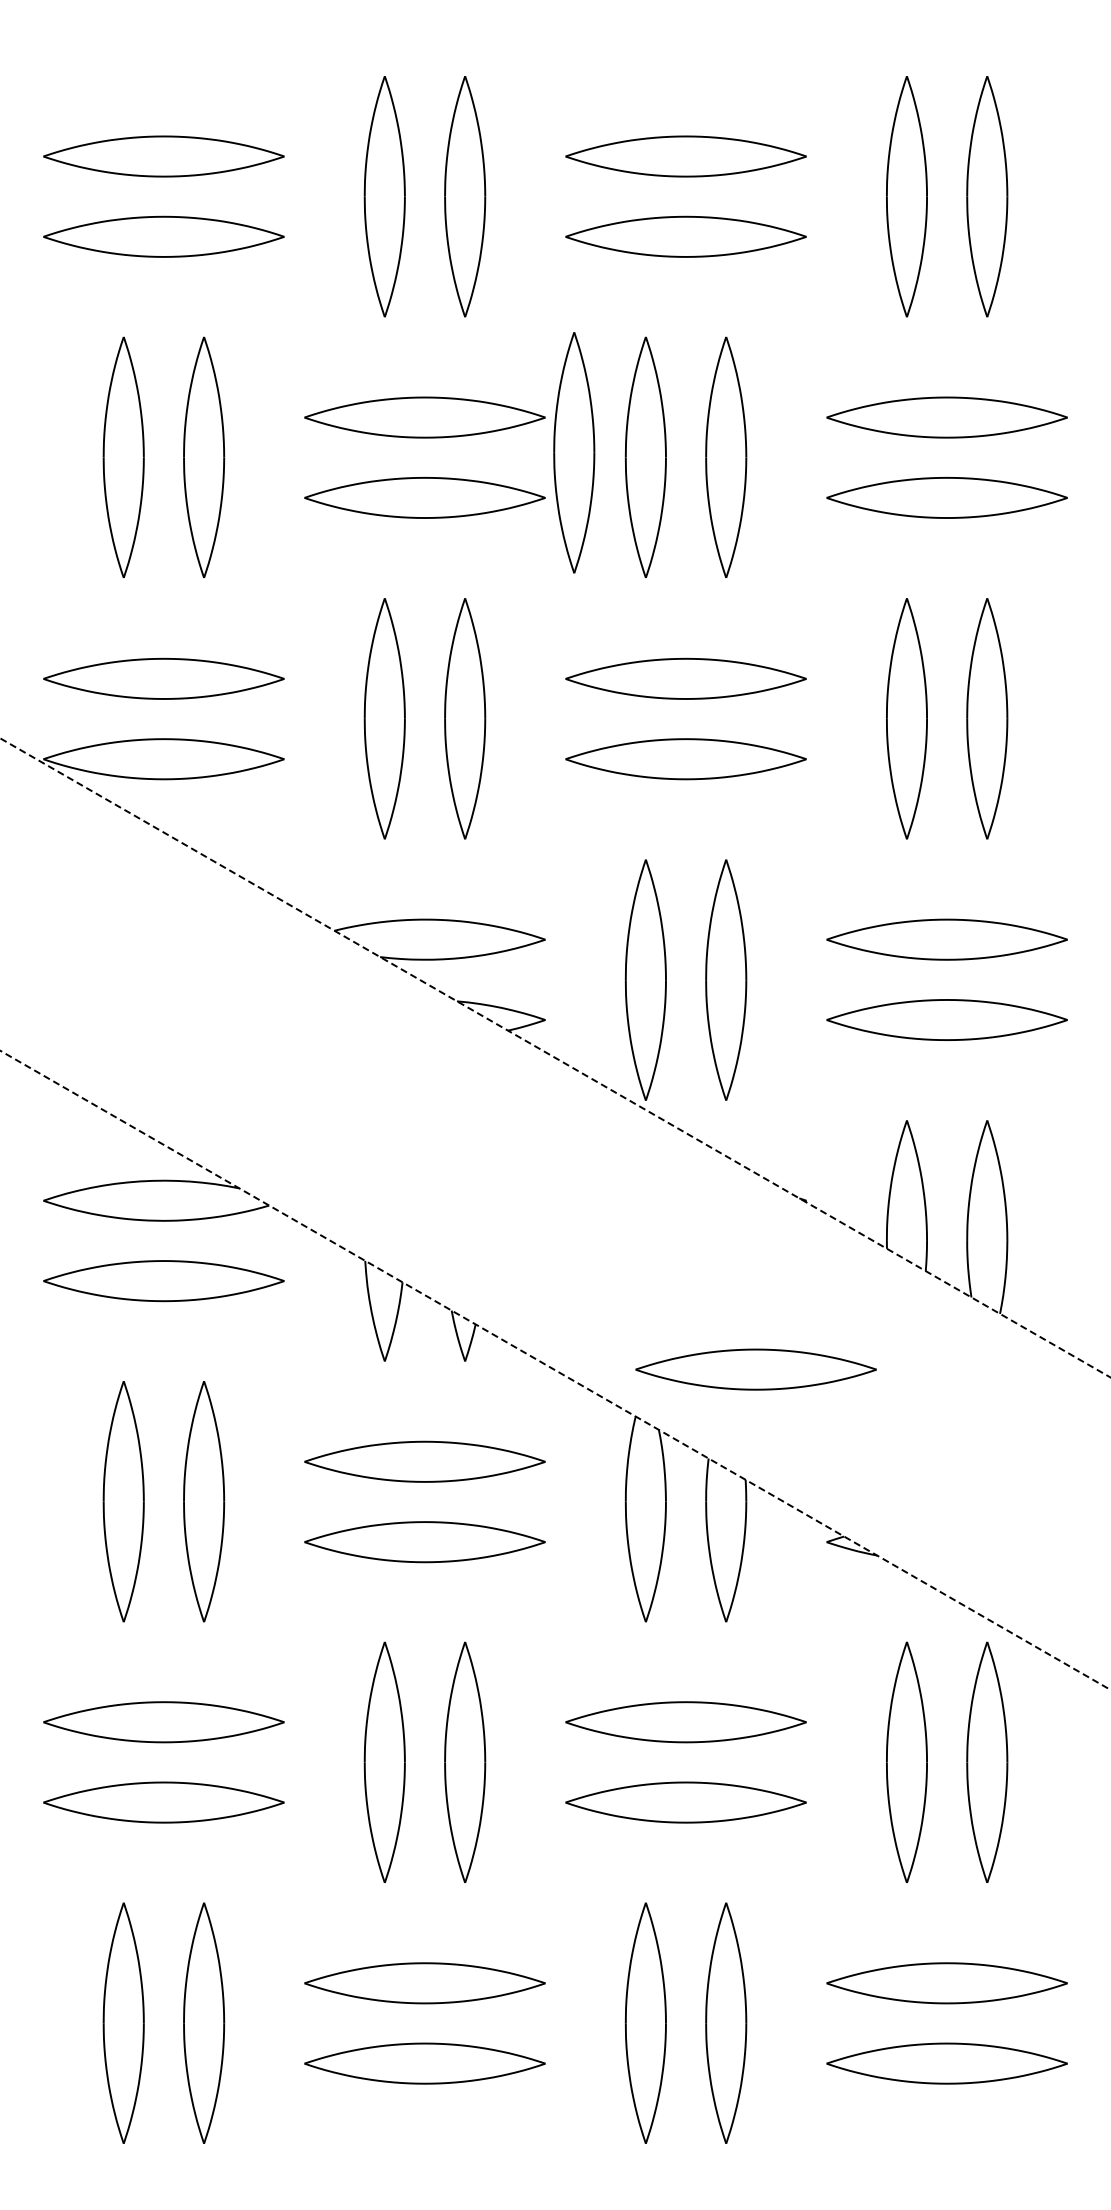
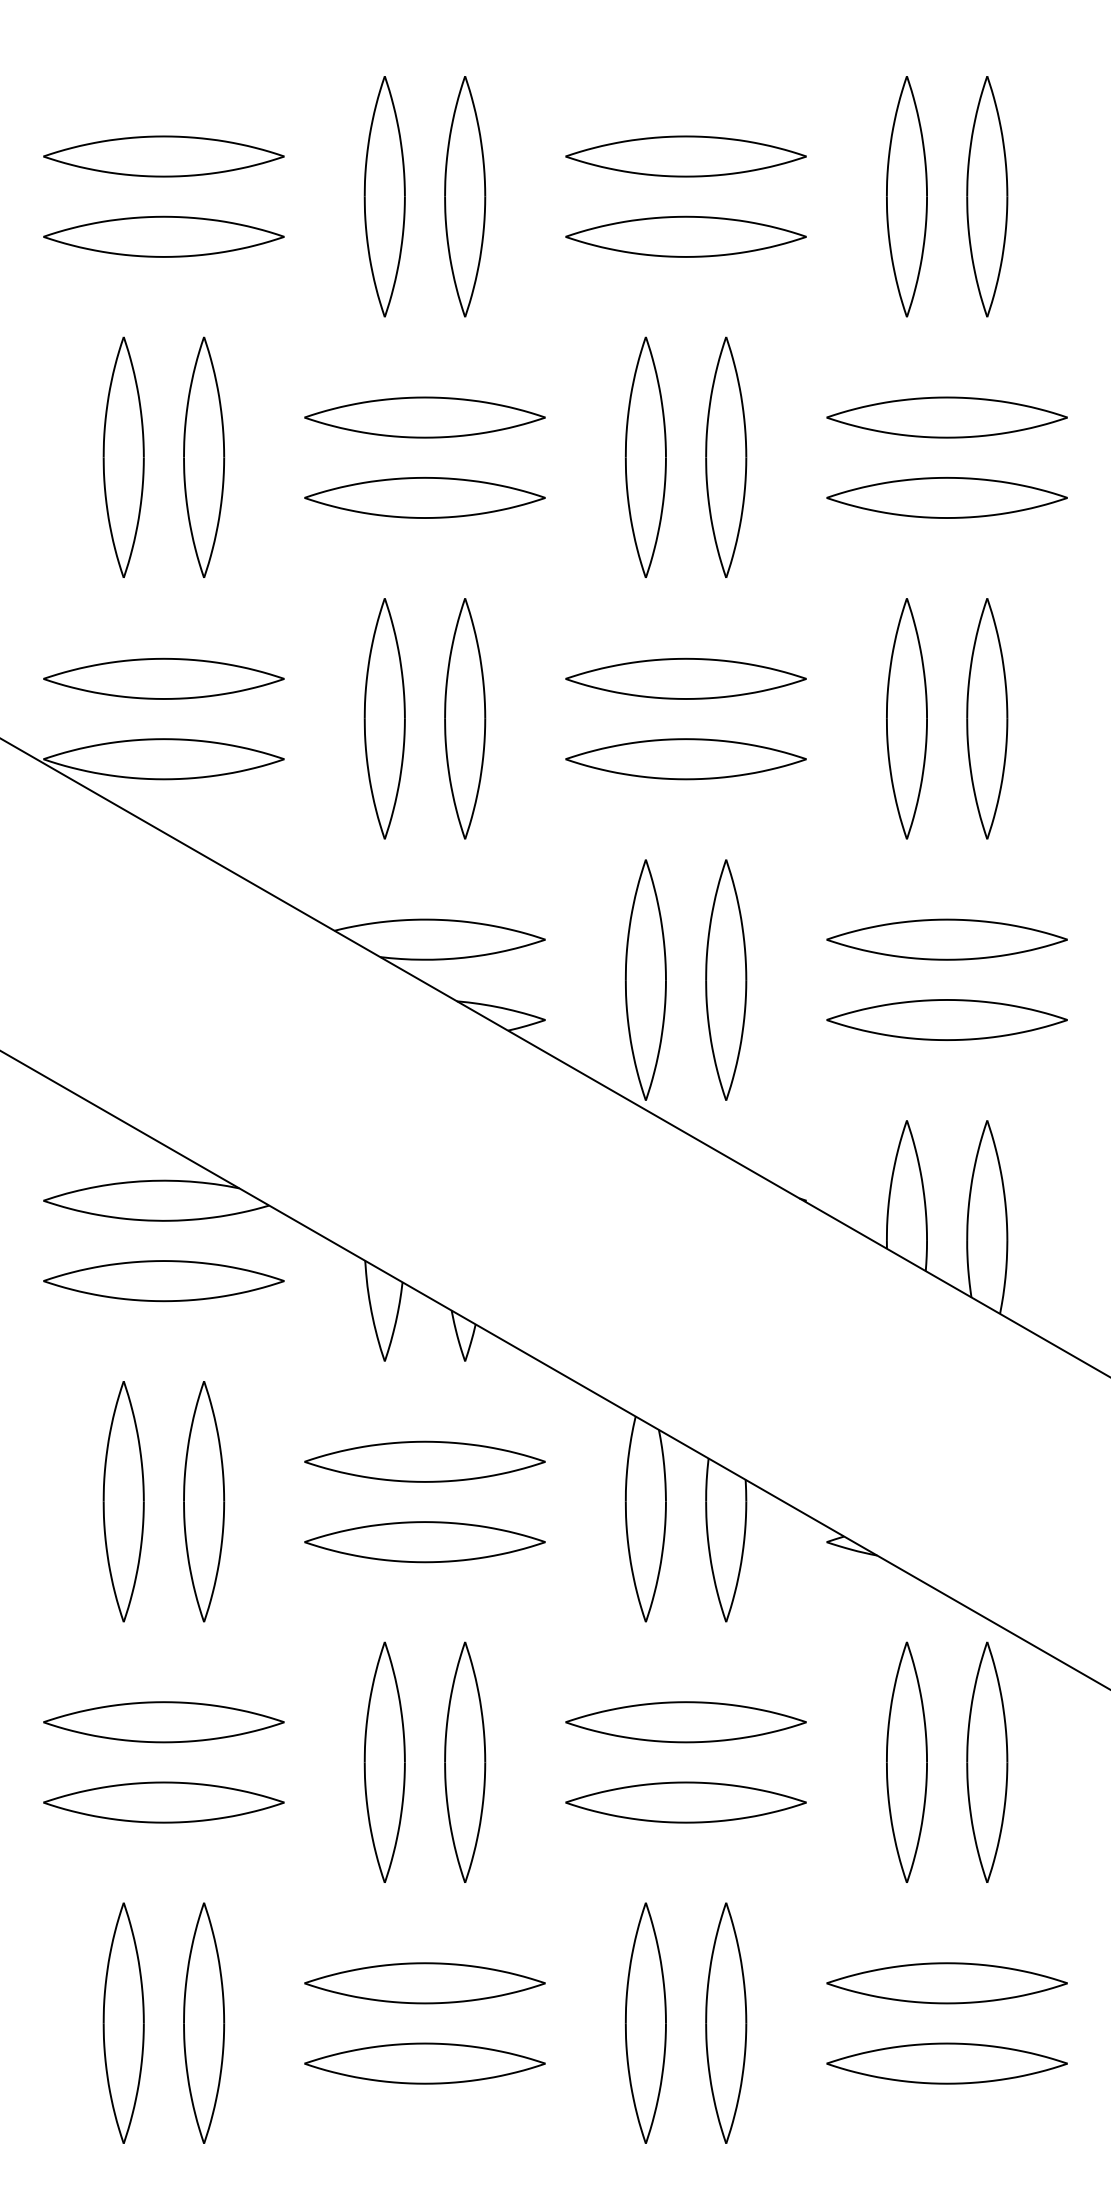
part at (574, 452): present -> none
line at (555, 1058): dashed -> solid
part at (755, 1369): present -> none
line at (555, 1370): dashed -> solid
